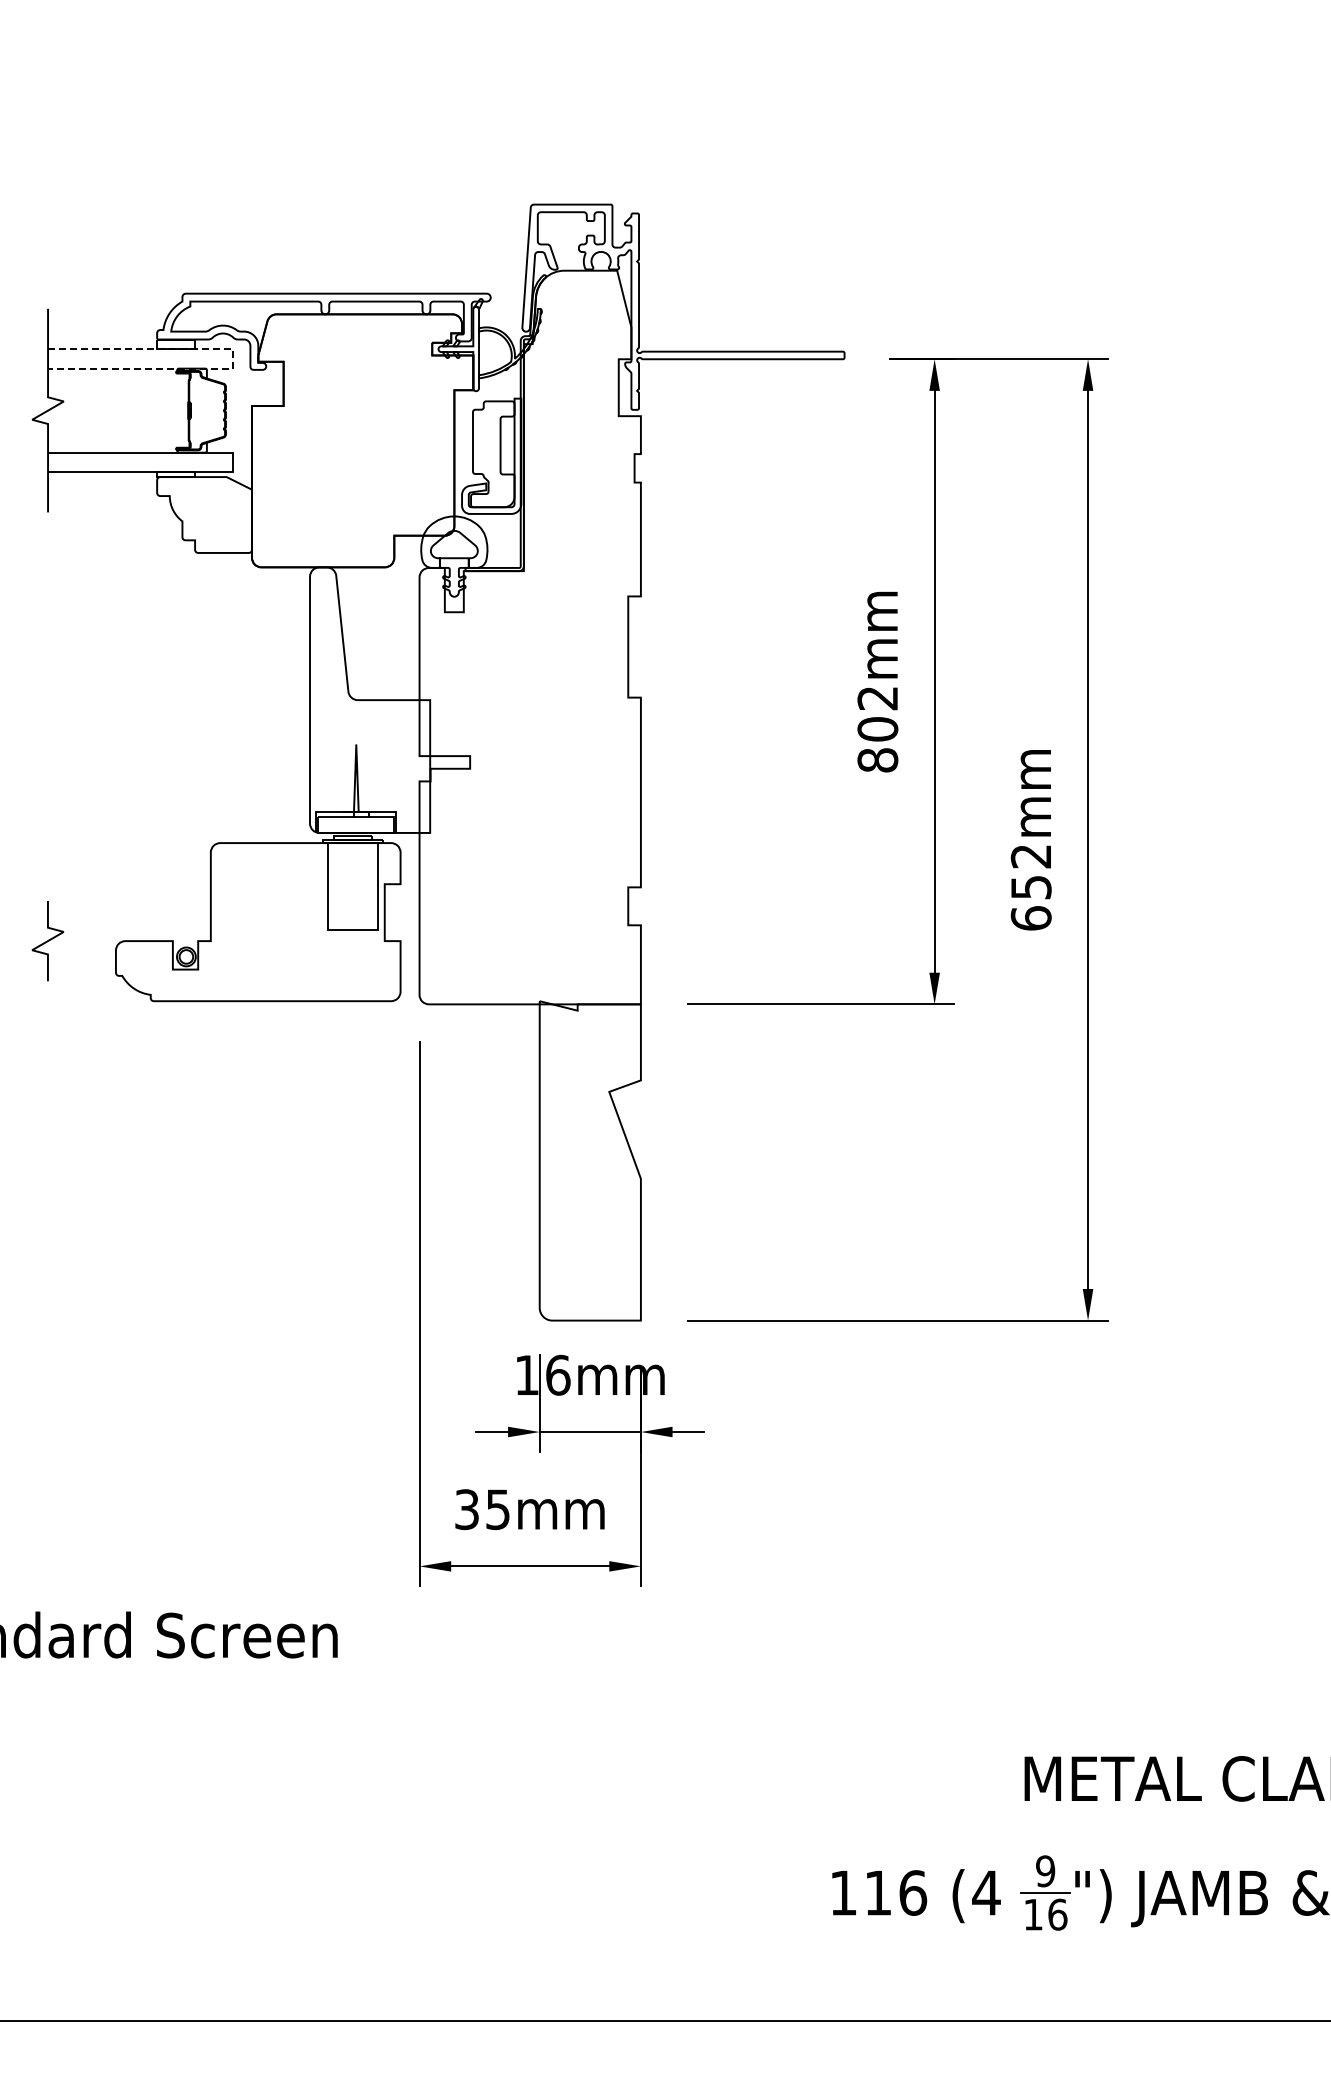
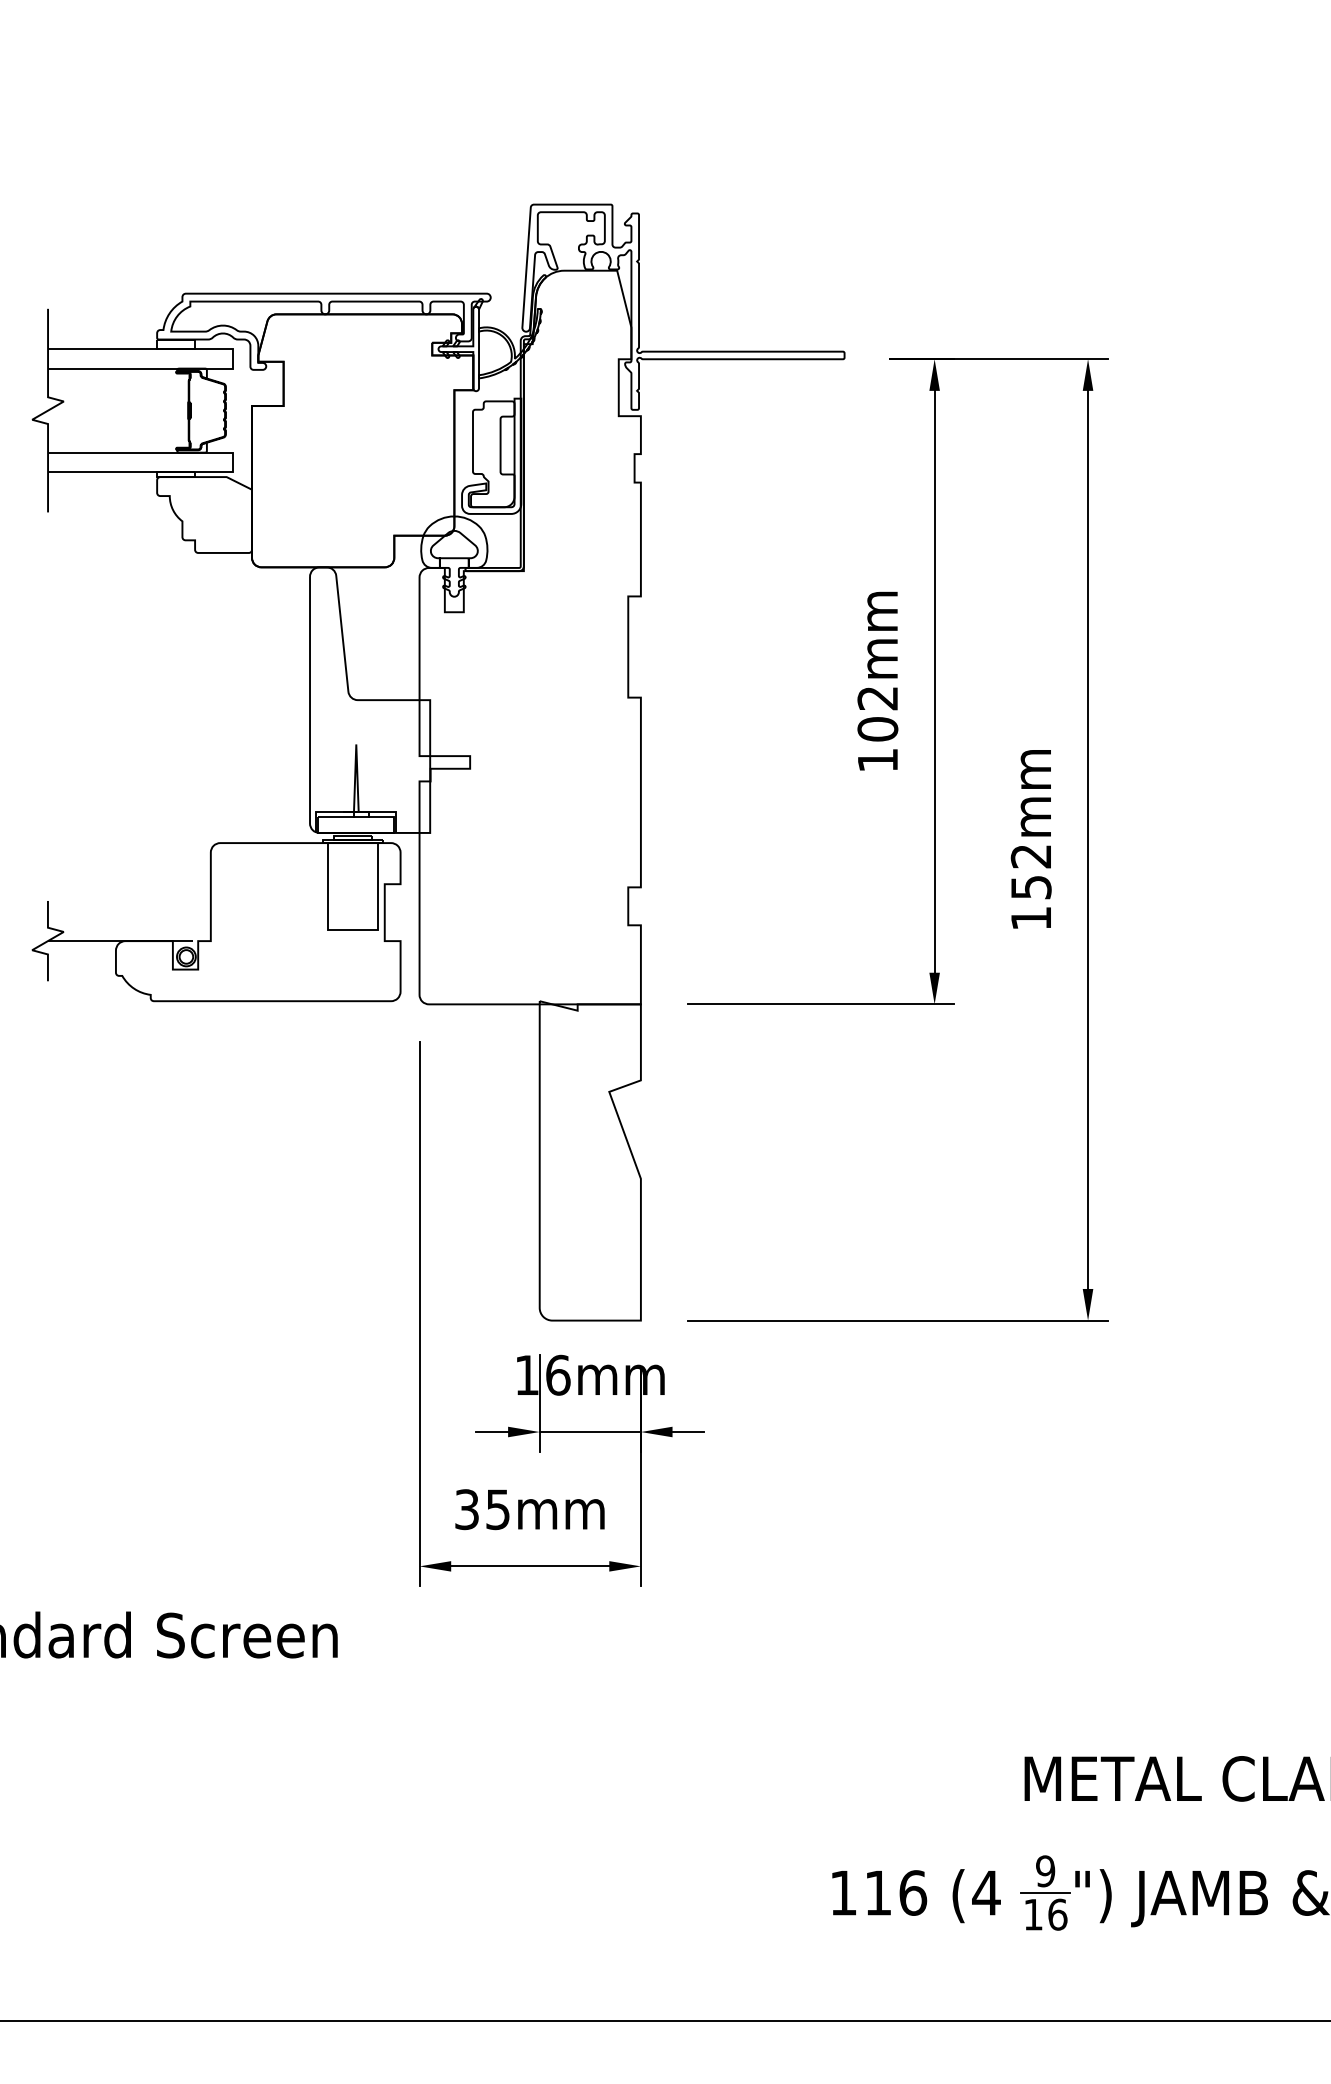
line at (233, 358): dashed -> solid
text at (877, 760): 802mm -> 102mm
text at (1030, 918): 652mm -> 152mm
line at (119, 941): none -> present
